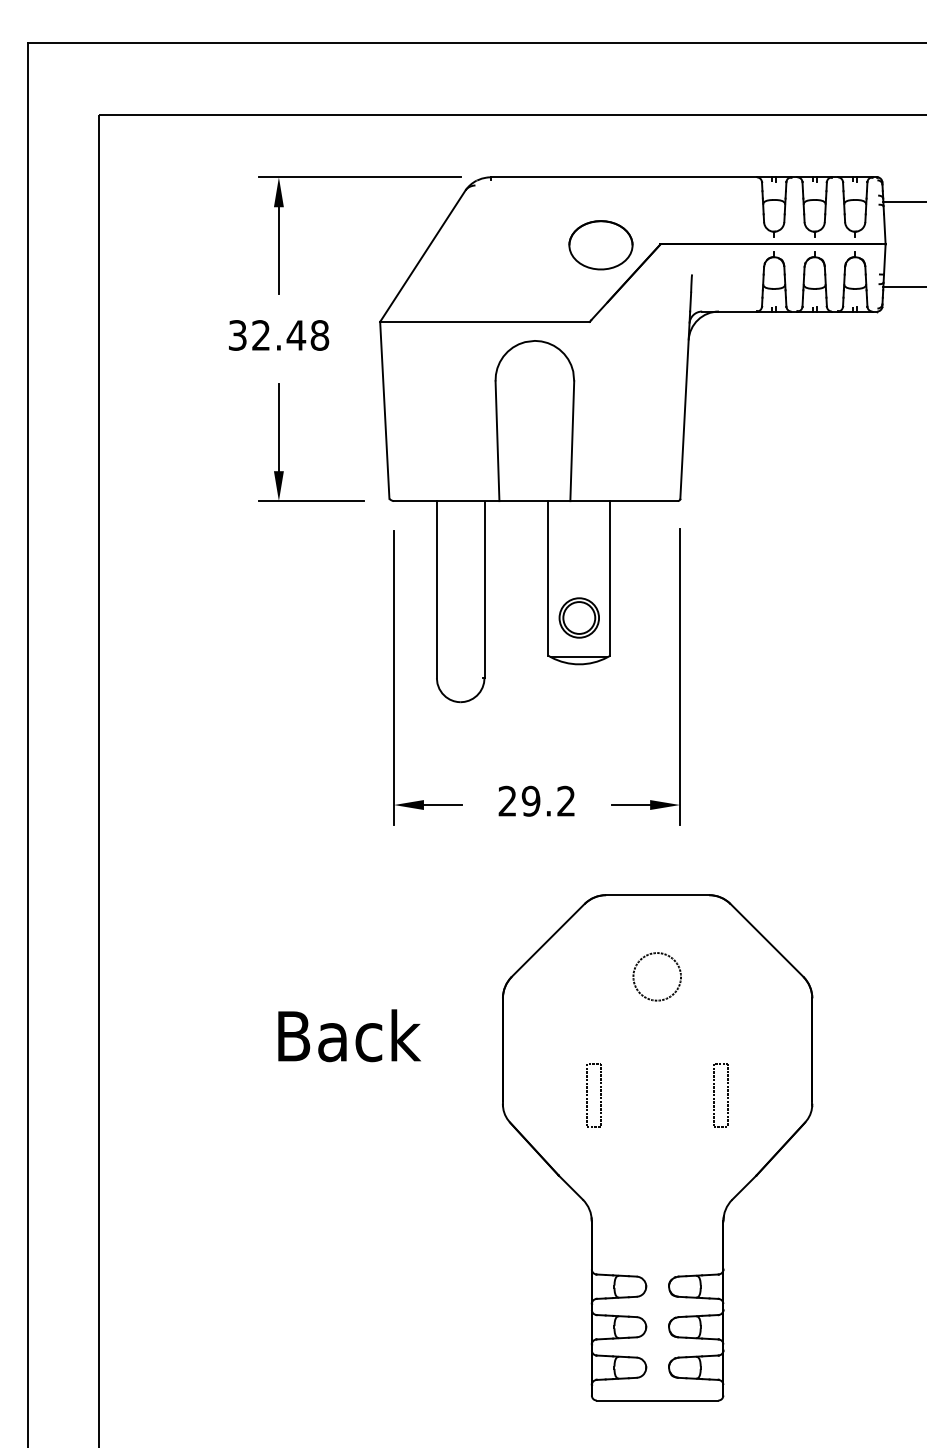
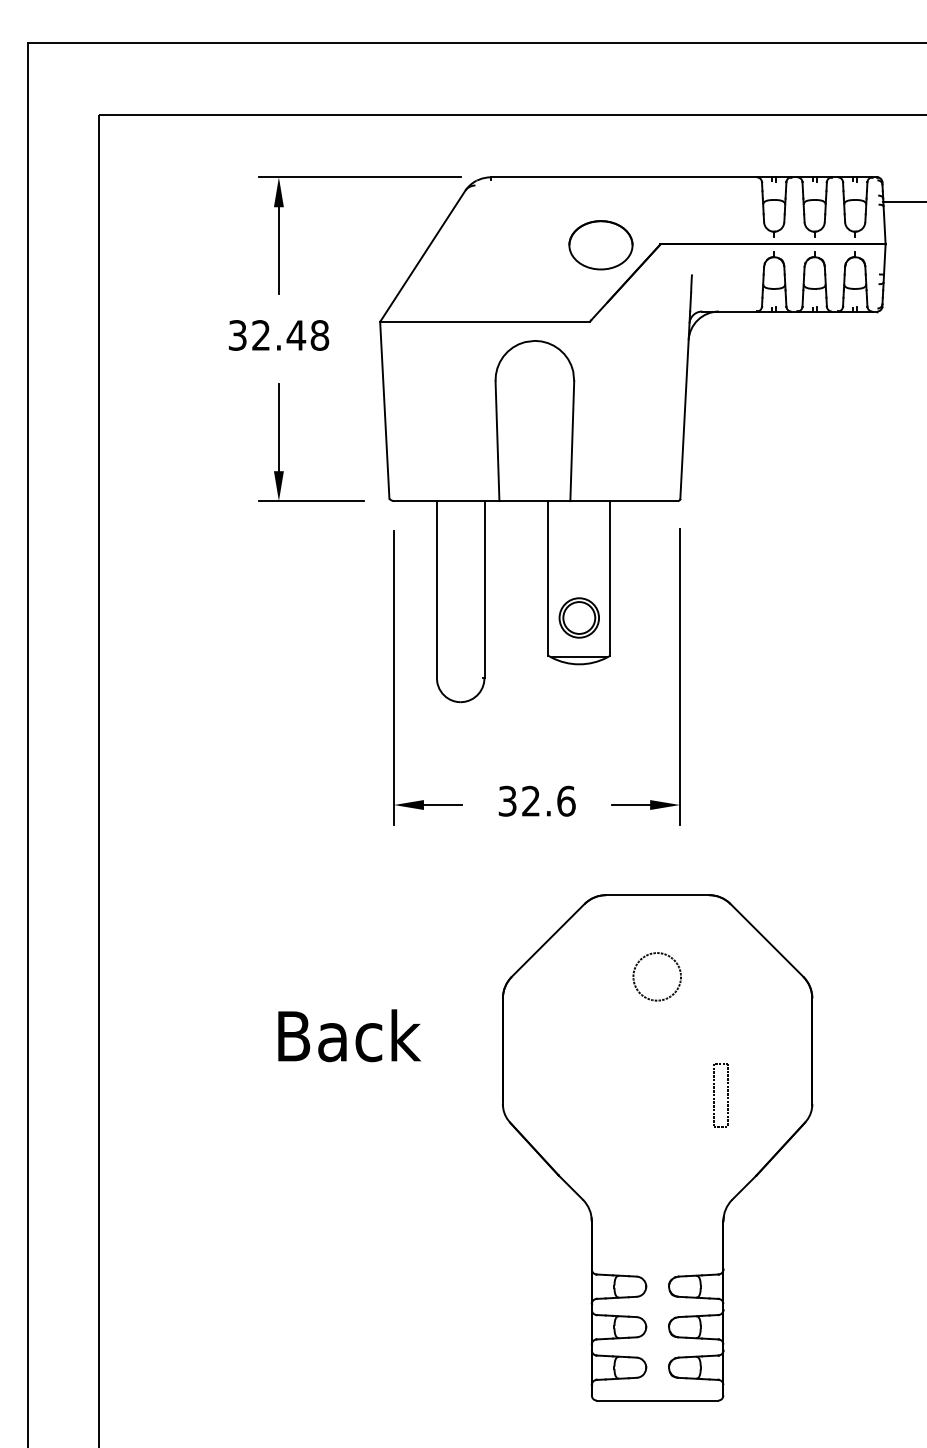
line at (903, 286): present -> none
text at (536, 800): 29.2 -> 32.6
part at (593, 1095): present -> none
